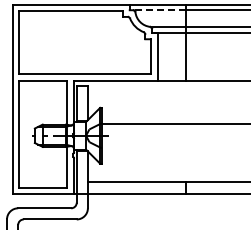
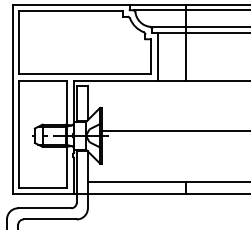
line at (160, 10): dashed -> solid
line at (174, 124) position: (174, 124) -> (174, 131)
